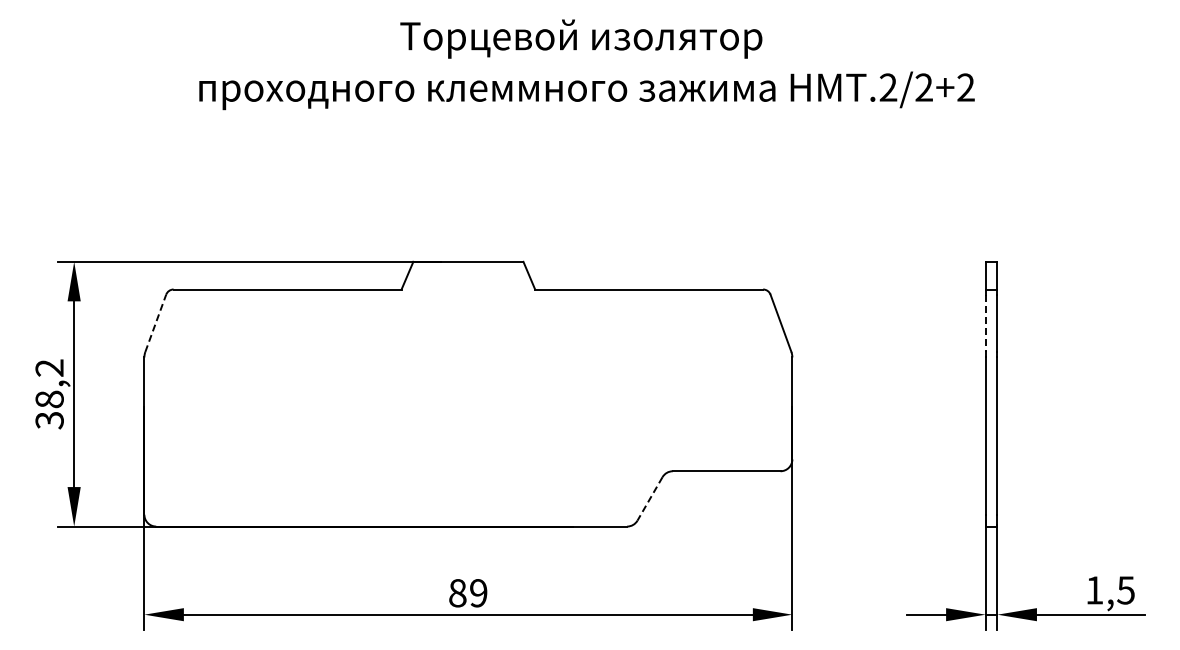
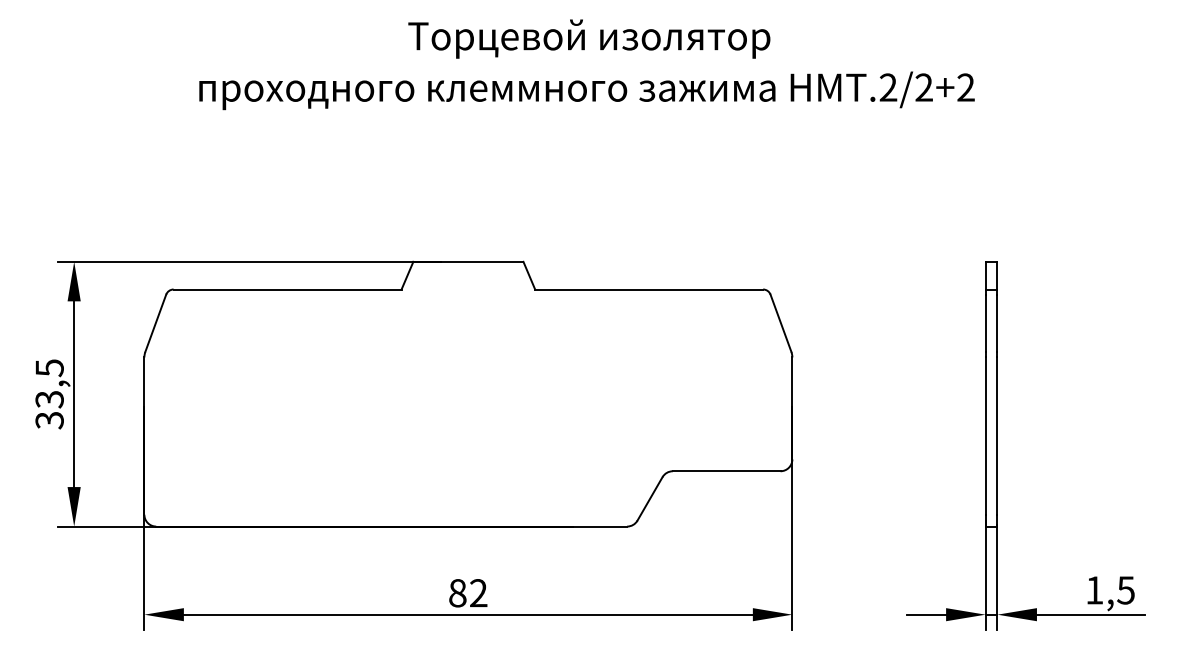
text at (581, 38) position: (581, 38) -> (589, 38)
line at (155, 322): dashed -> solid
line at (985, 323): dashed -> solid
text at (49, 383): 38,2 -> 33,5
line at (649, 499): dashed -> solid
text at (478, 593): 89 -> 82
